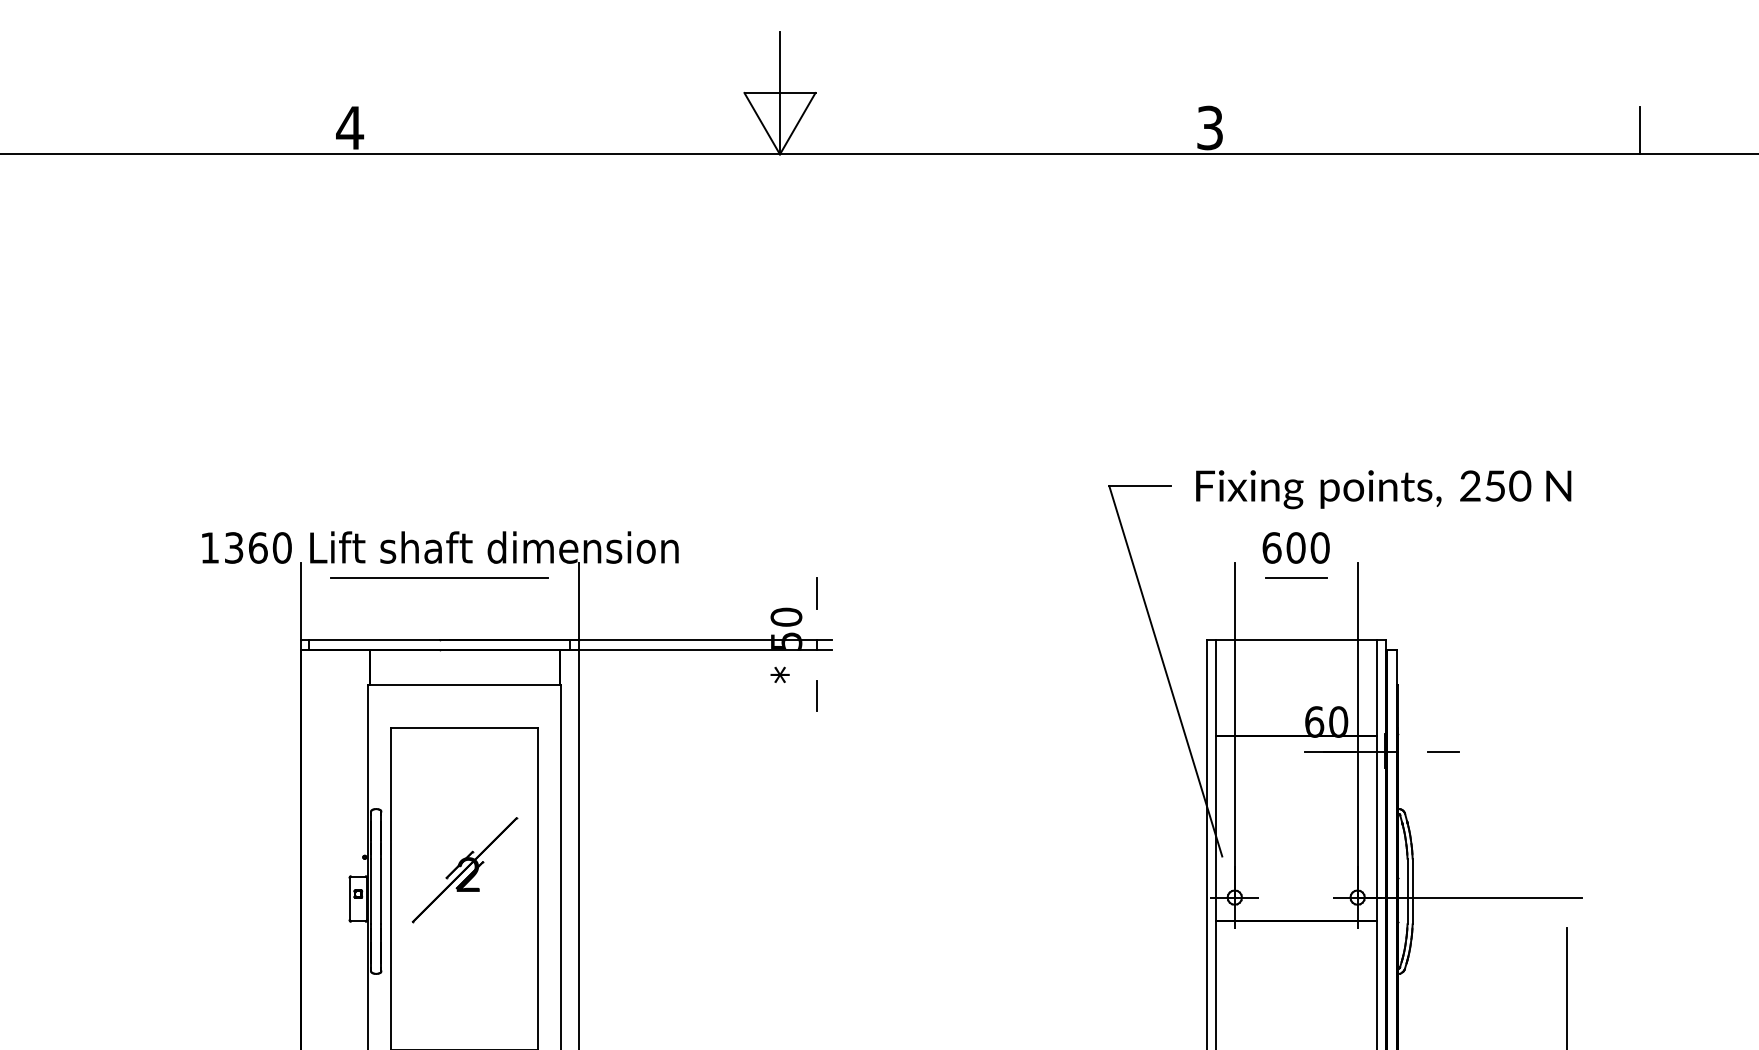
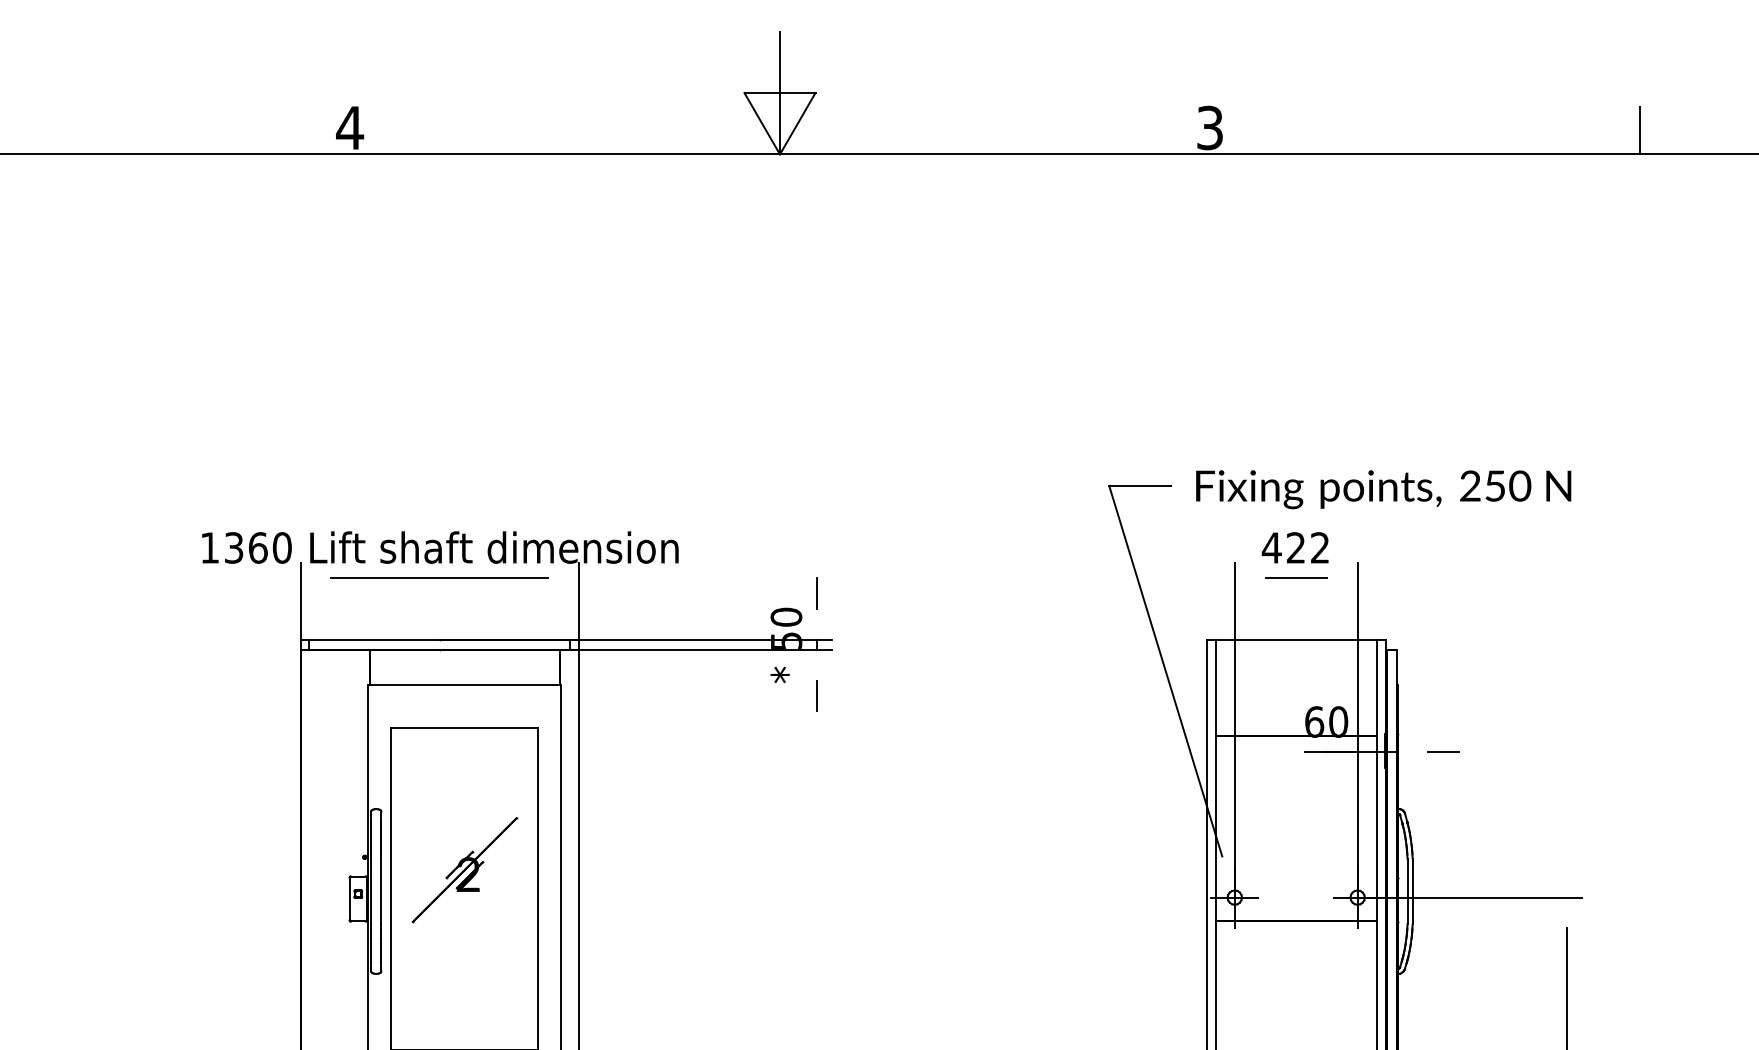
text at (1295, 547): 600 -> 422
